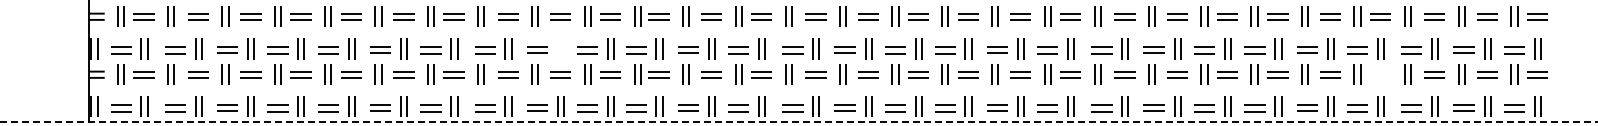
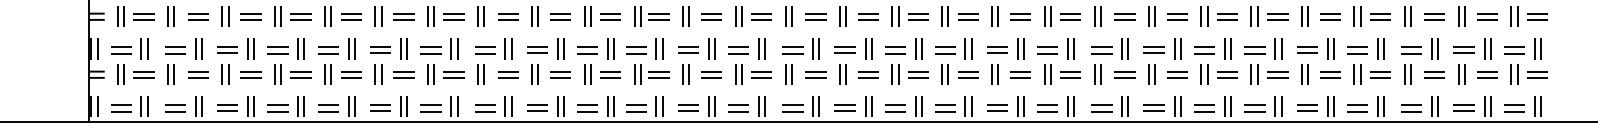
part at (560, 48): none -> present
part at (1380, 74): none -> present
line at (799, 122): dashed -> solid
